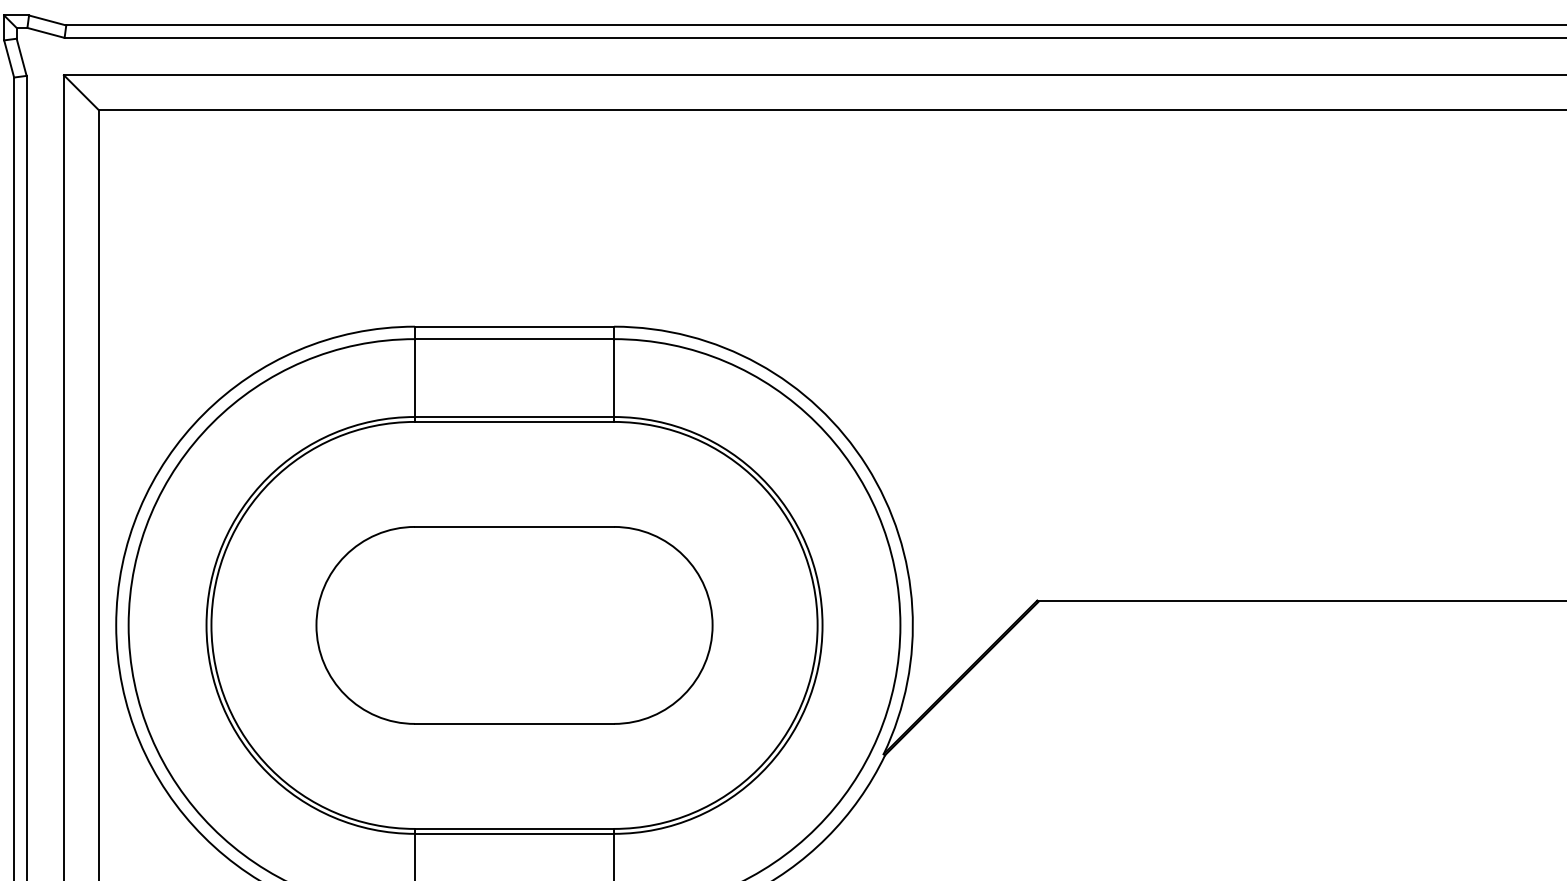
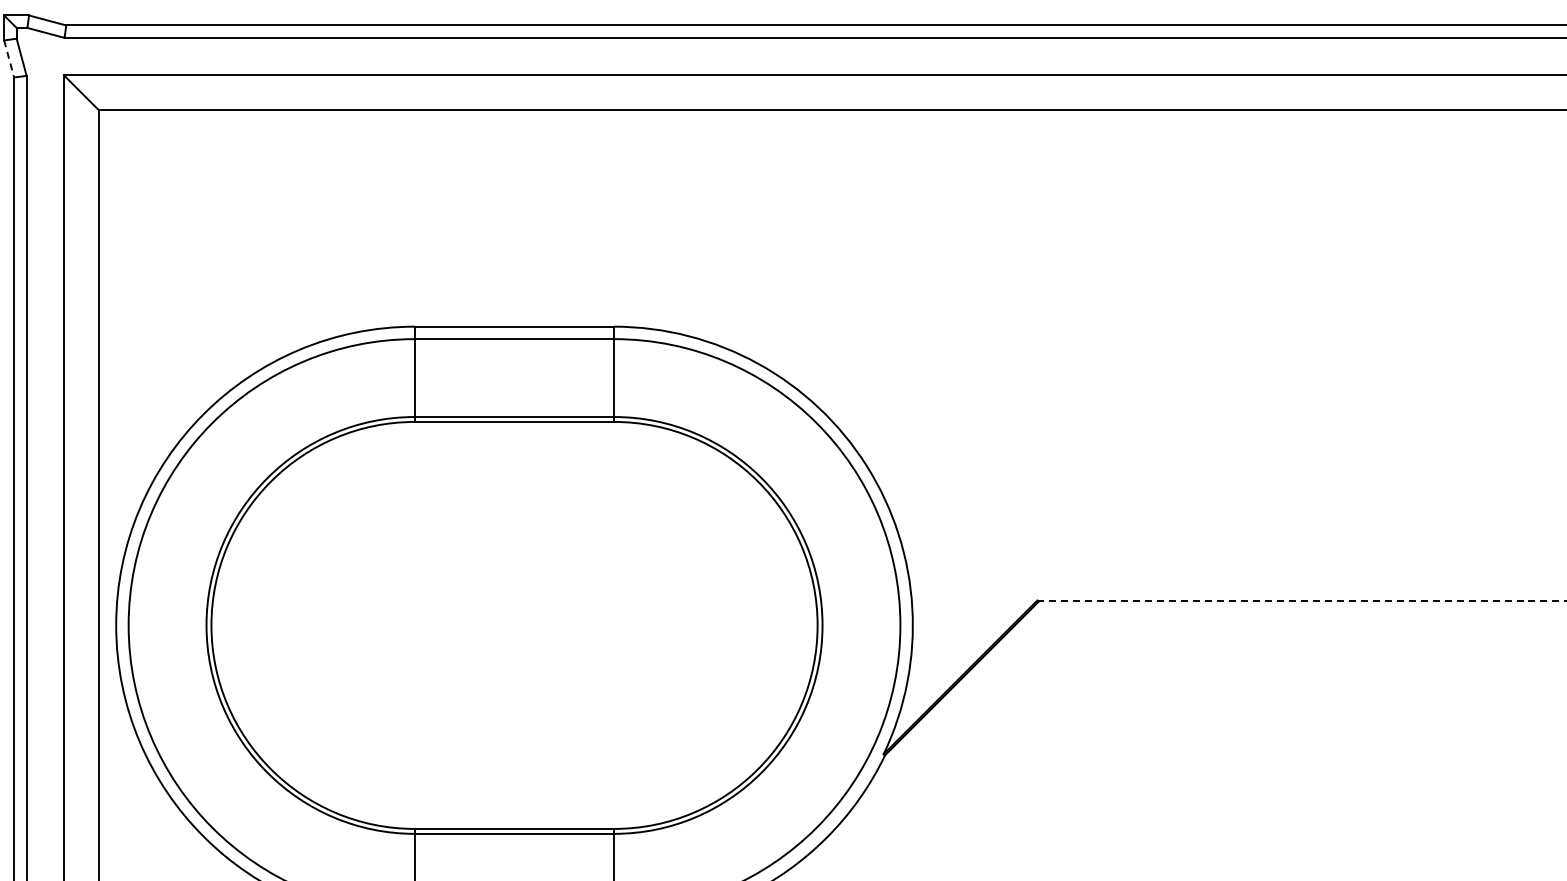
line at (9, 59): solid -> dashed
line at (1302, 600): solid -> dashed
part at (514, 625): present -> none
